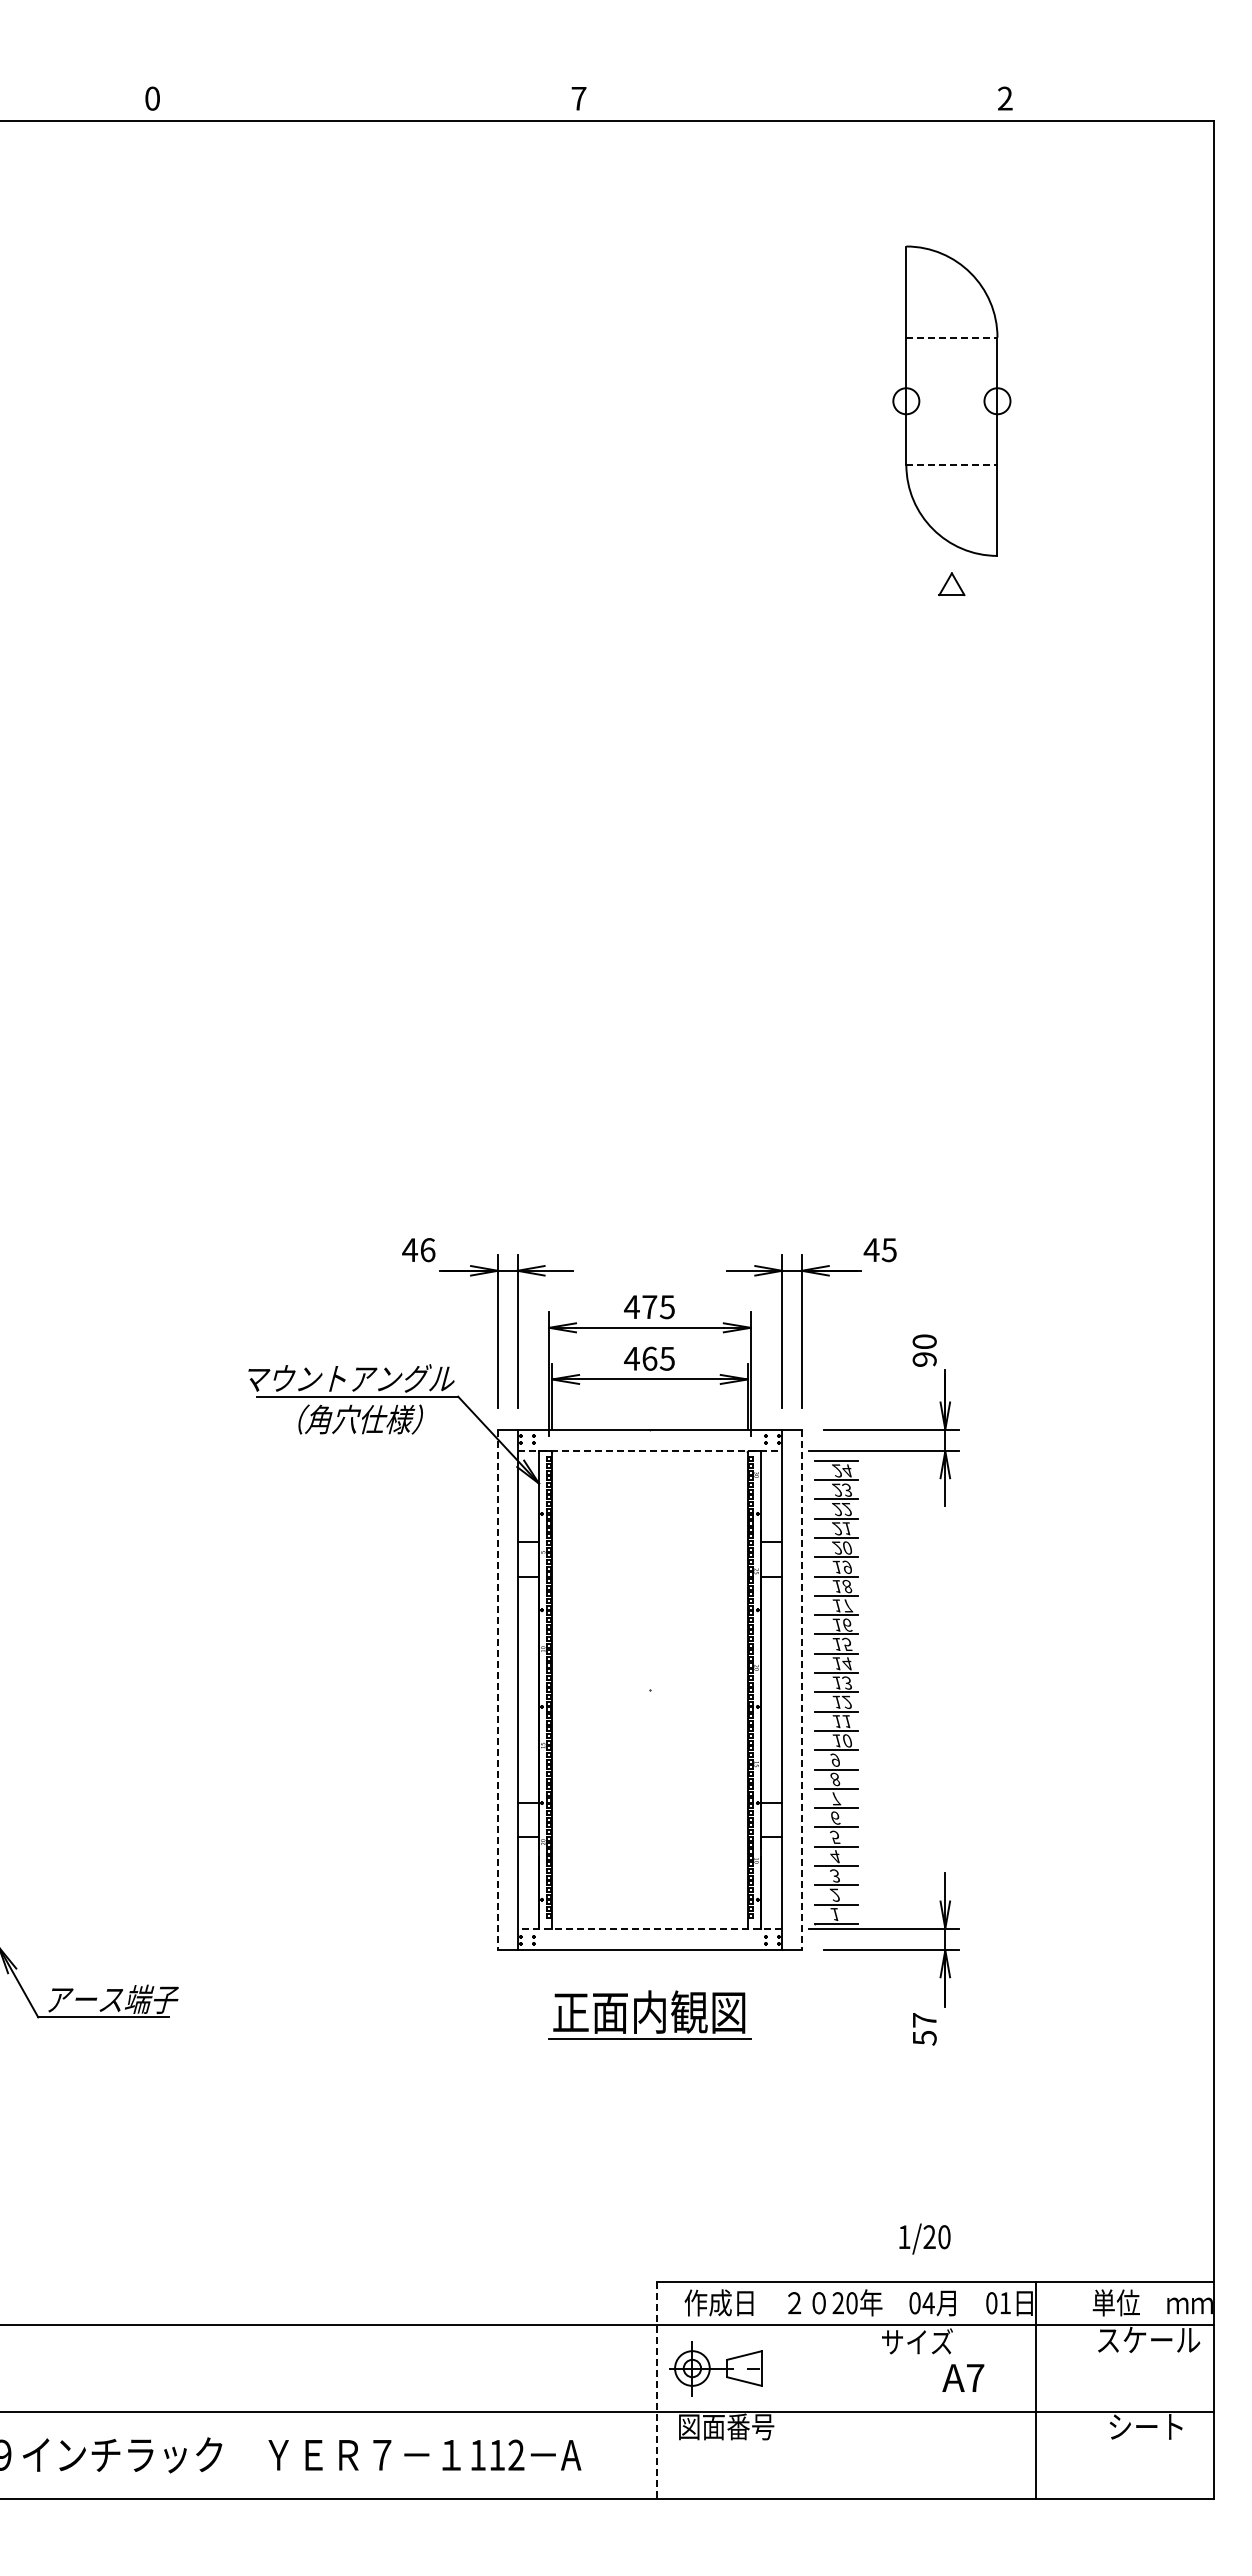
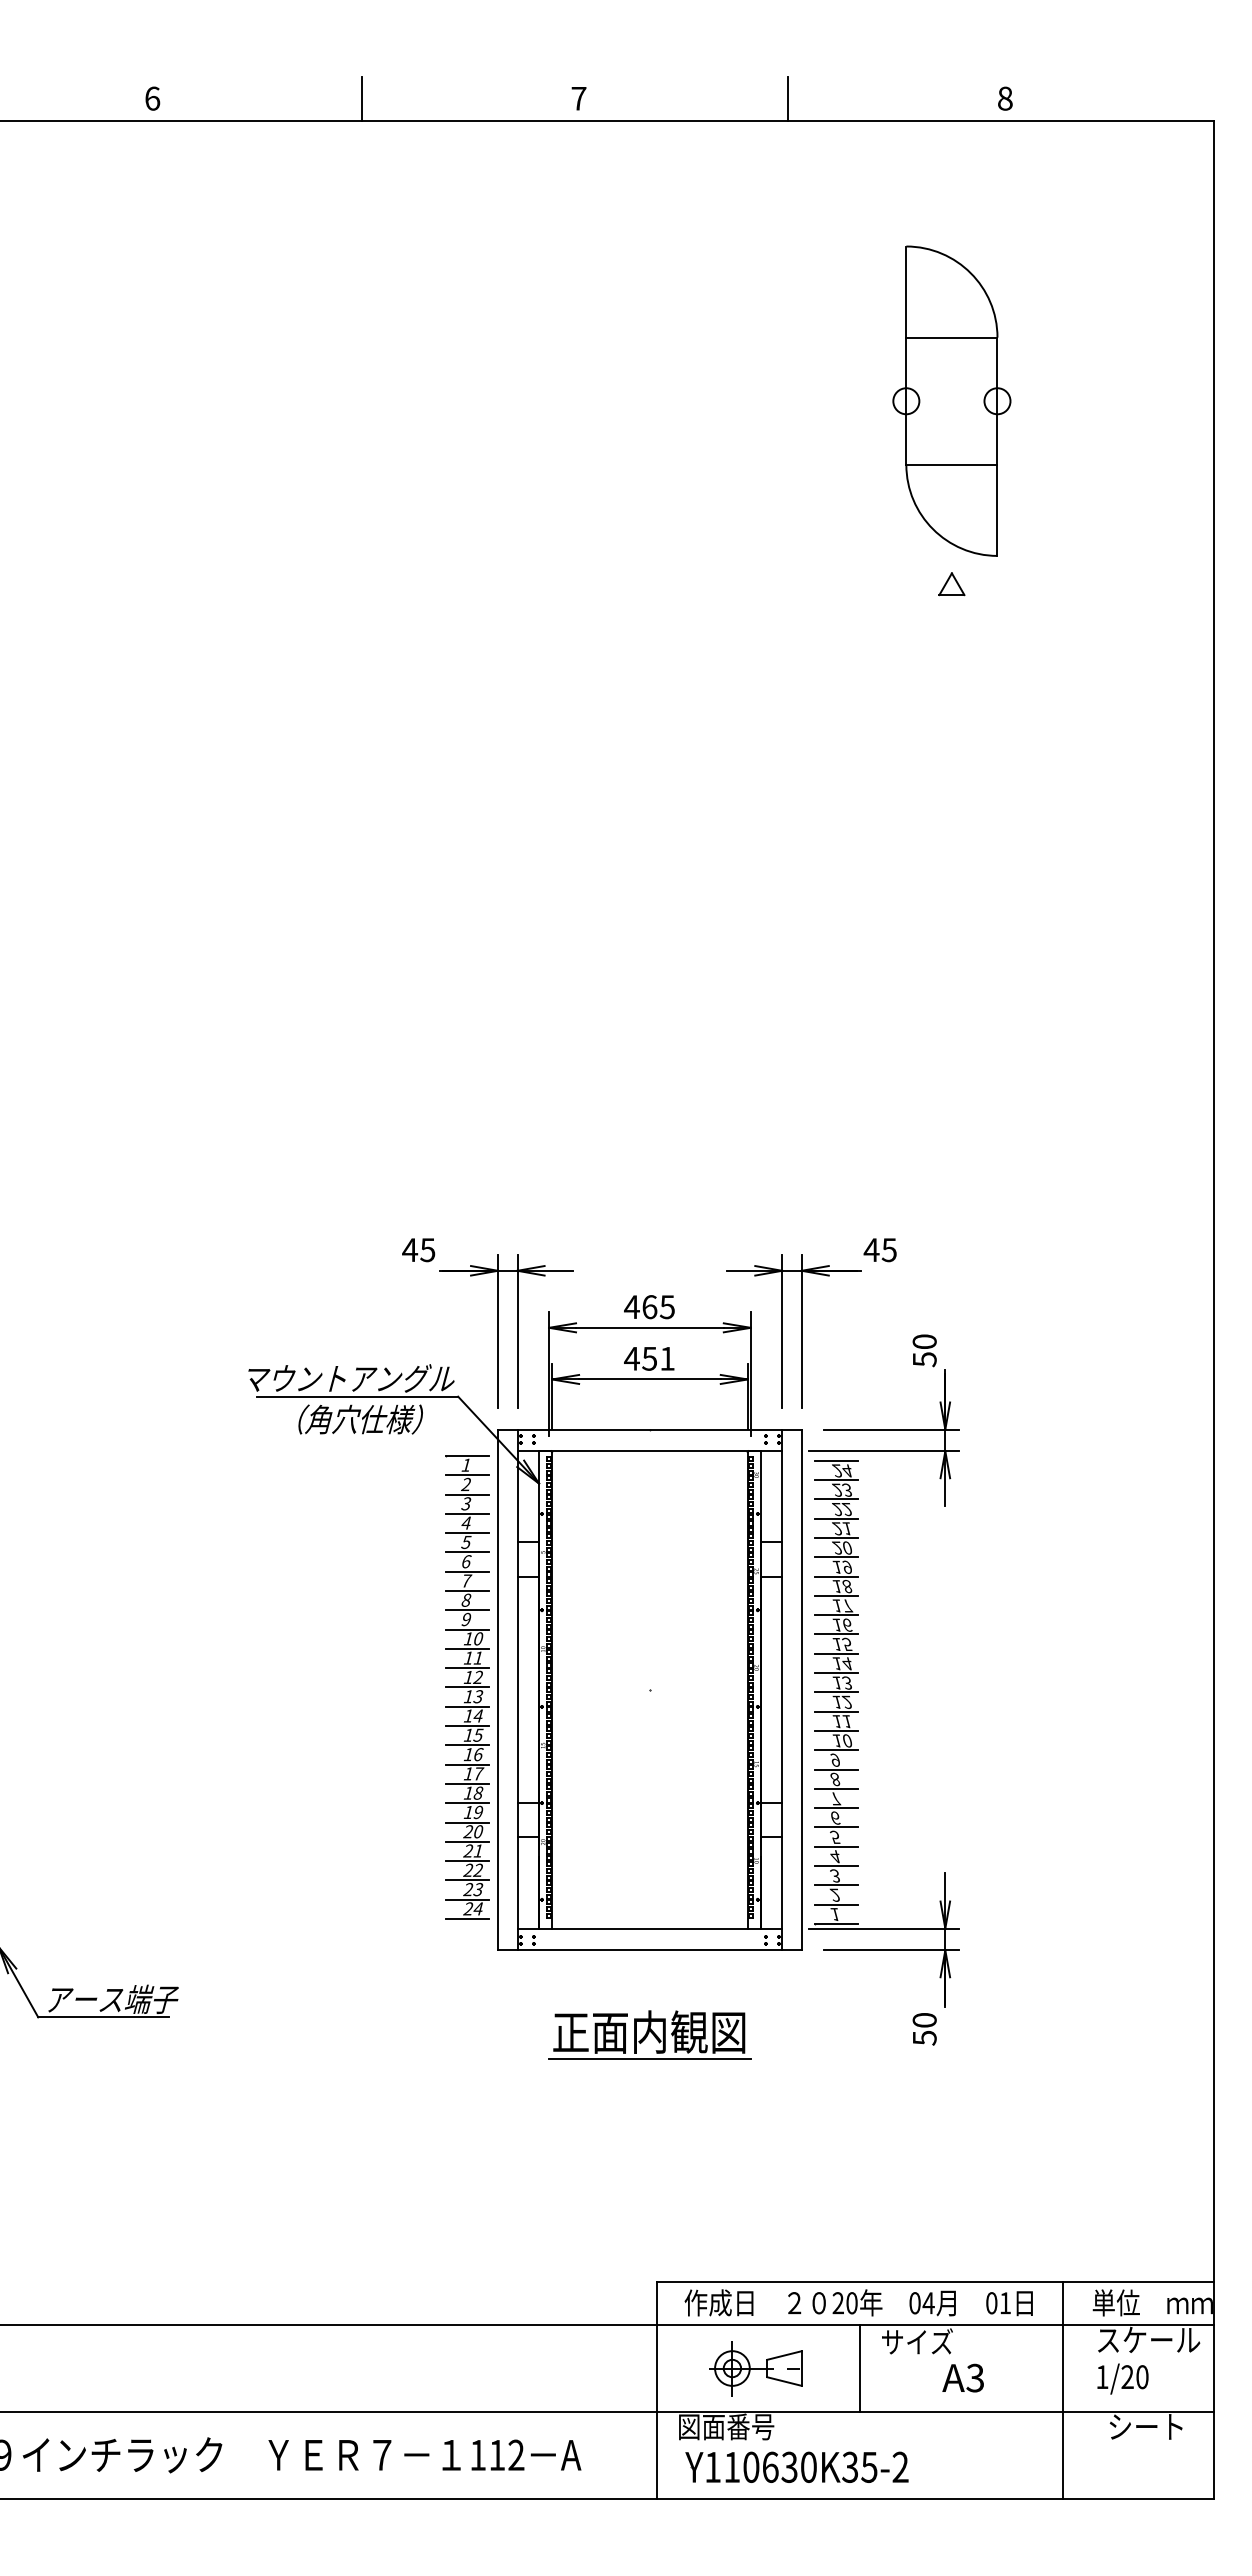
text at (152, 98): 0 -> 6
line at (361, 98): none -> present
line at (788, 98): none -> present
text at (1005, 98): 2 -> 8
line at (951, 337): dashed -> solid
line at (951, 464): dashed -> solid
text at (427, 1250): 46 -> 45
text at (649, 1307): 475 -> 465
text at (658, 1358): 465 -> 451
text at (924, 1359): 90 -> 50
line at (650, 1451): dashed -> solid
part at (467, 1687): none -> present
line at (498, 1690): dashed -> solid
line at (801, 1690): dashed -> solid
line at (649, 1928): dashed -> solid
part at (649, 2014) position: (649, 2014) -> (649, 2034)
text at (924, 2020): 57 -> 50
text at (924, 2238) position: (924, 2238) -> (1122, 2378)
part at (715, 2368) position: (715, 2368) -> (755, 2368)
line at (859, 2368): none -> present
text at (975, 2377): A7 -> A3
line at (1035, 2389) position: (1035, 2389) -> (1062, 2389)
line at (656, 2390): dashed -> solid
part at (796, 2466): none -> present
